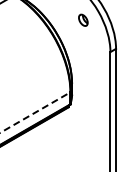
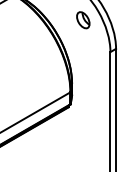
part at (83, 19) size: 11x14 px -> 15x19 px
line at (35, 112): dashed -> solid
